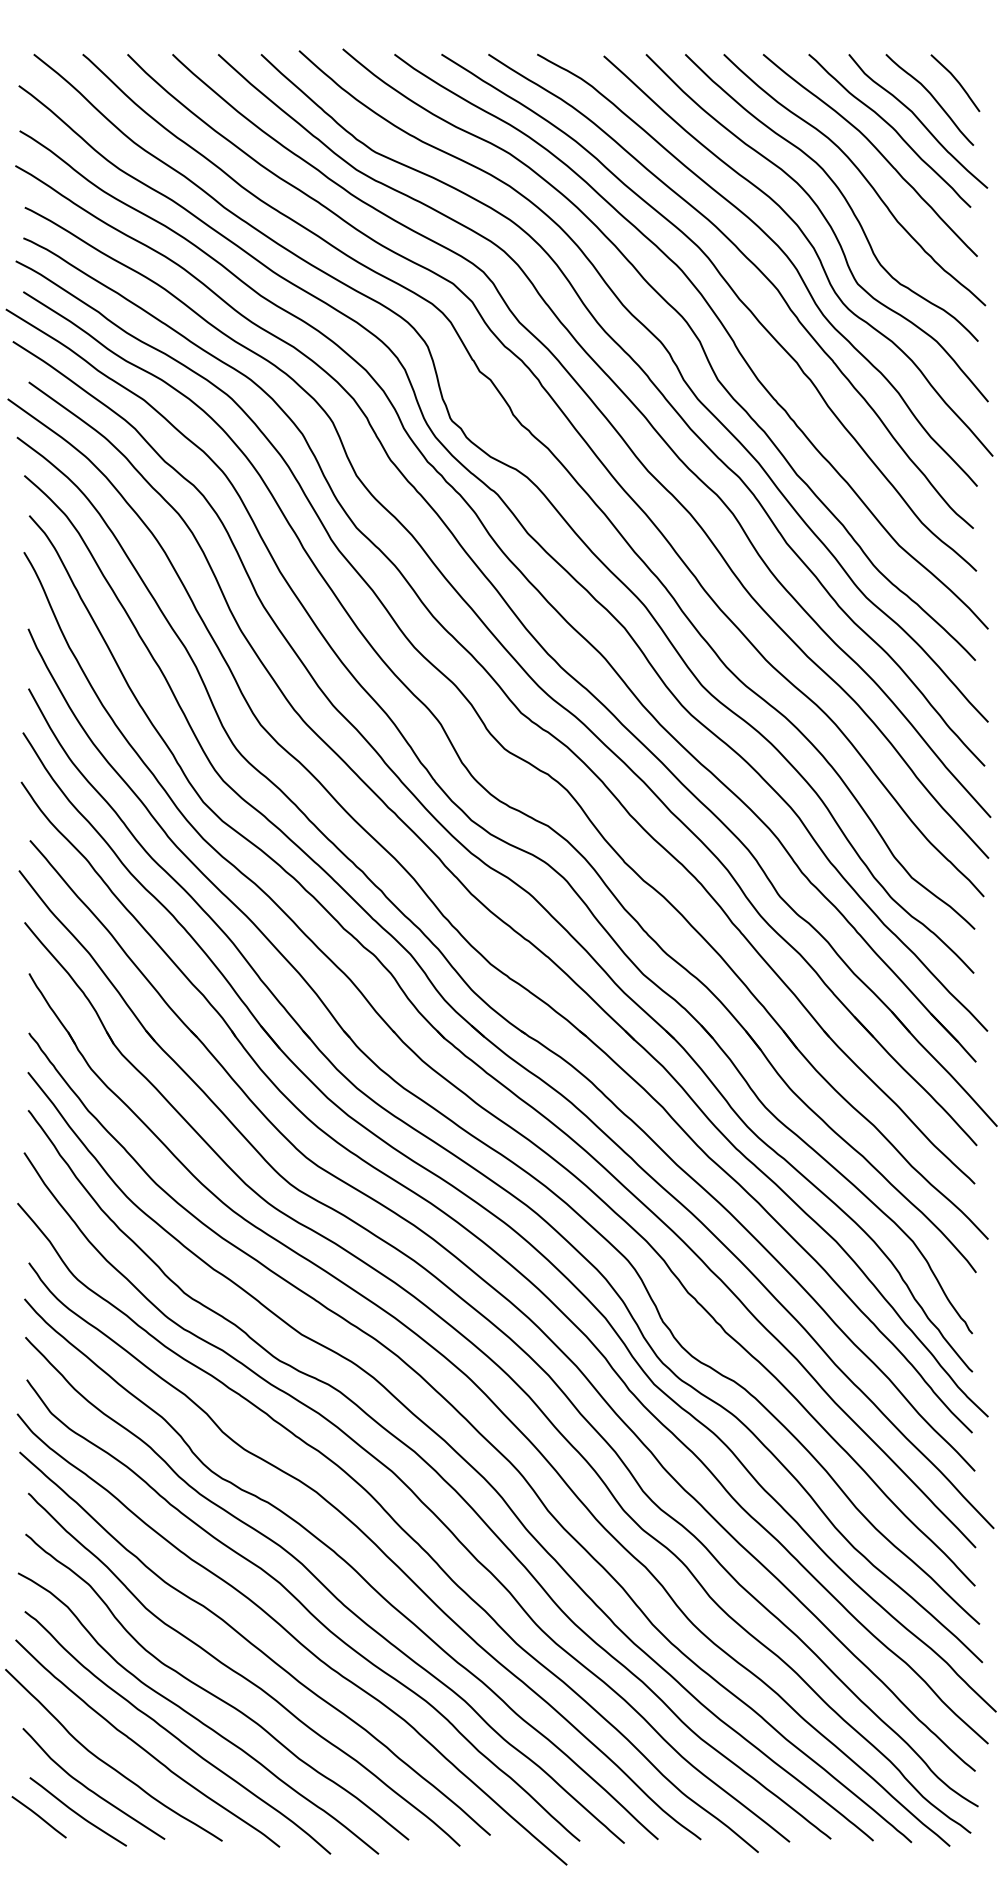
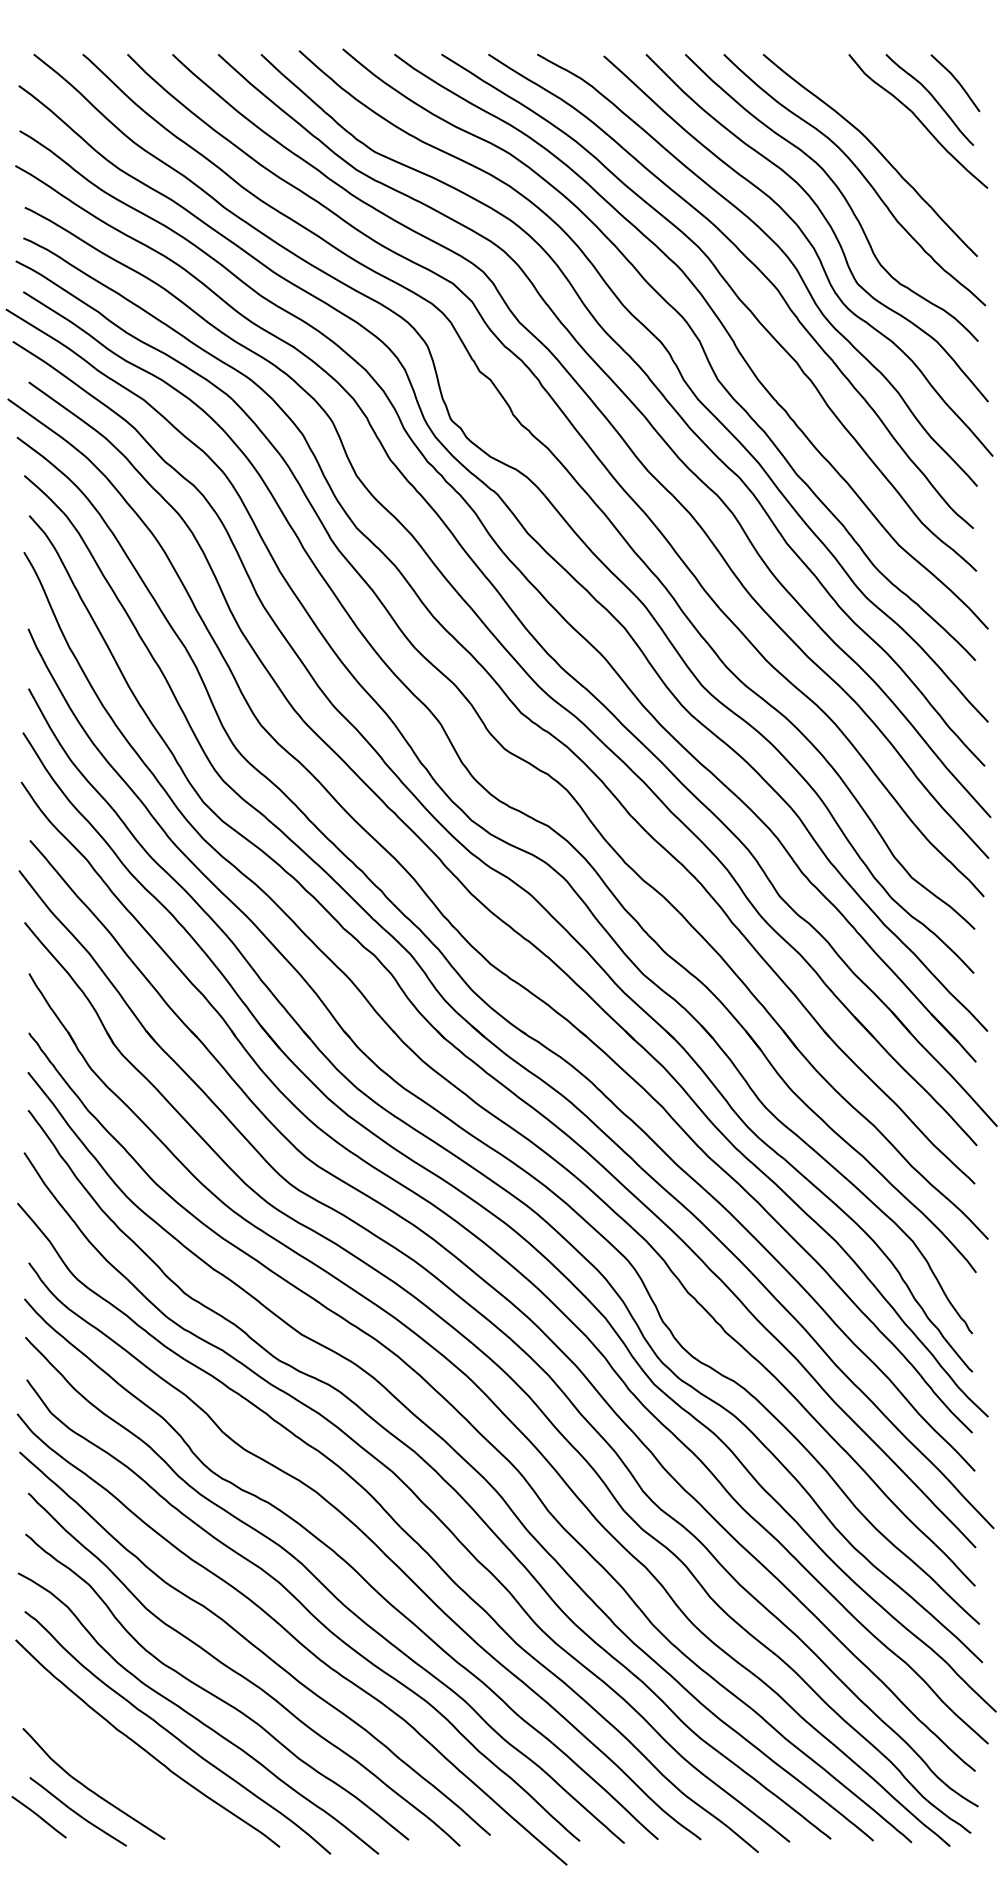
curve at (891, 128): present -> none
curve at (109, 1764): present -> none
